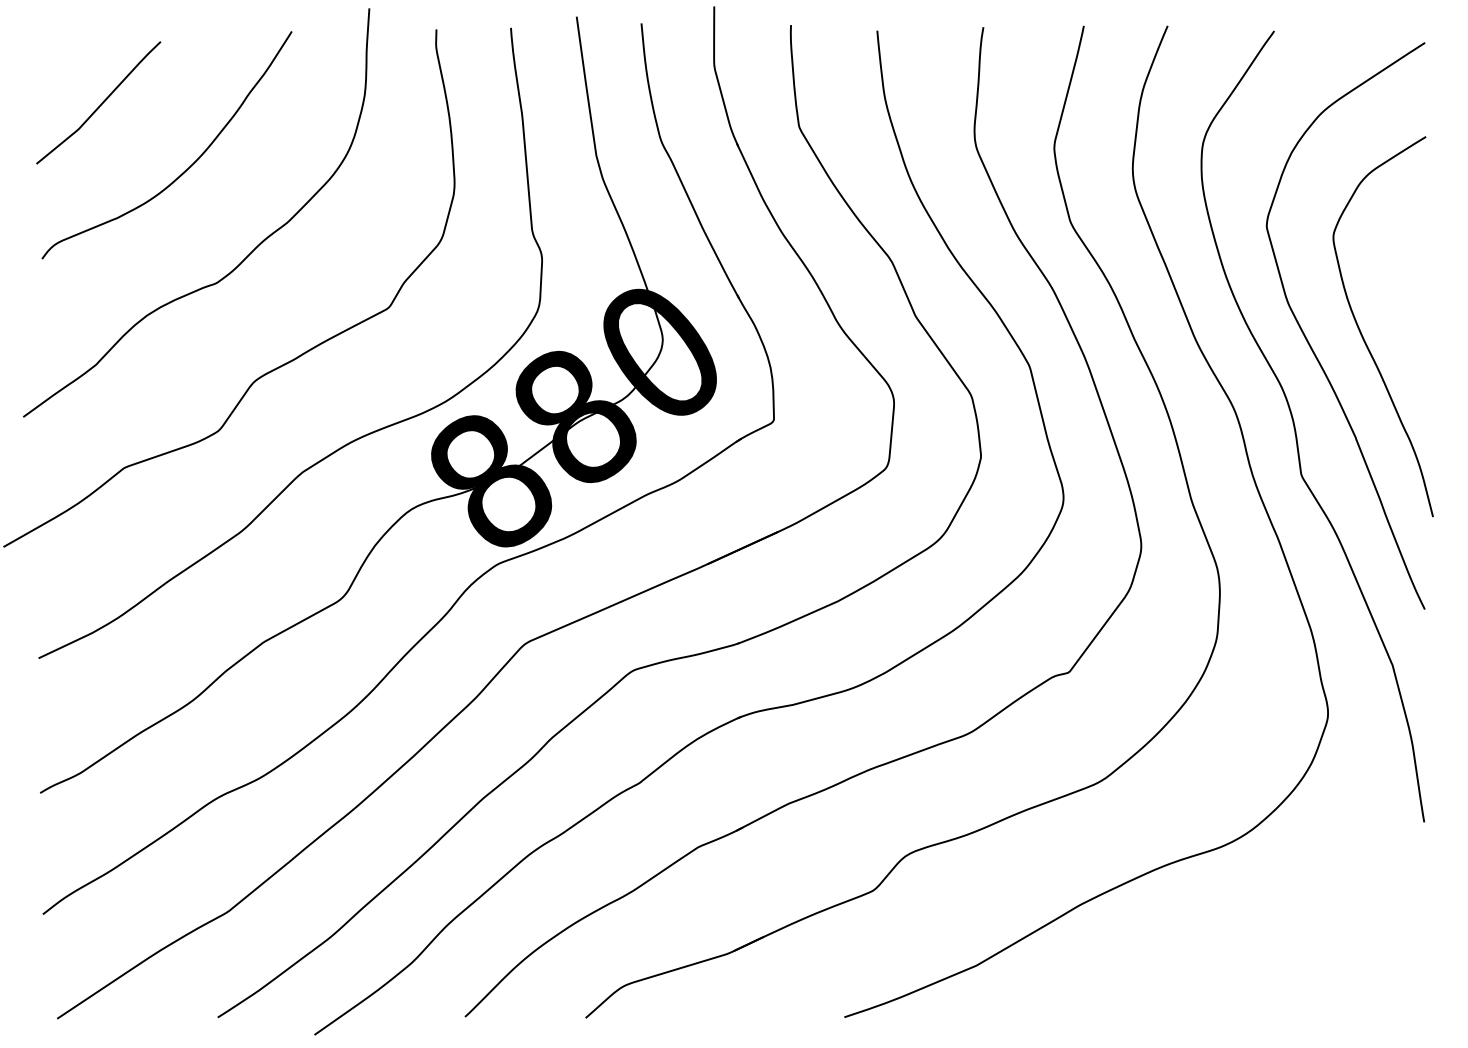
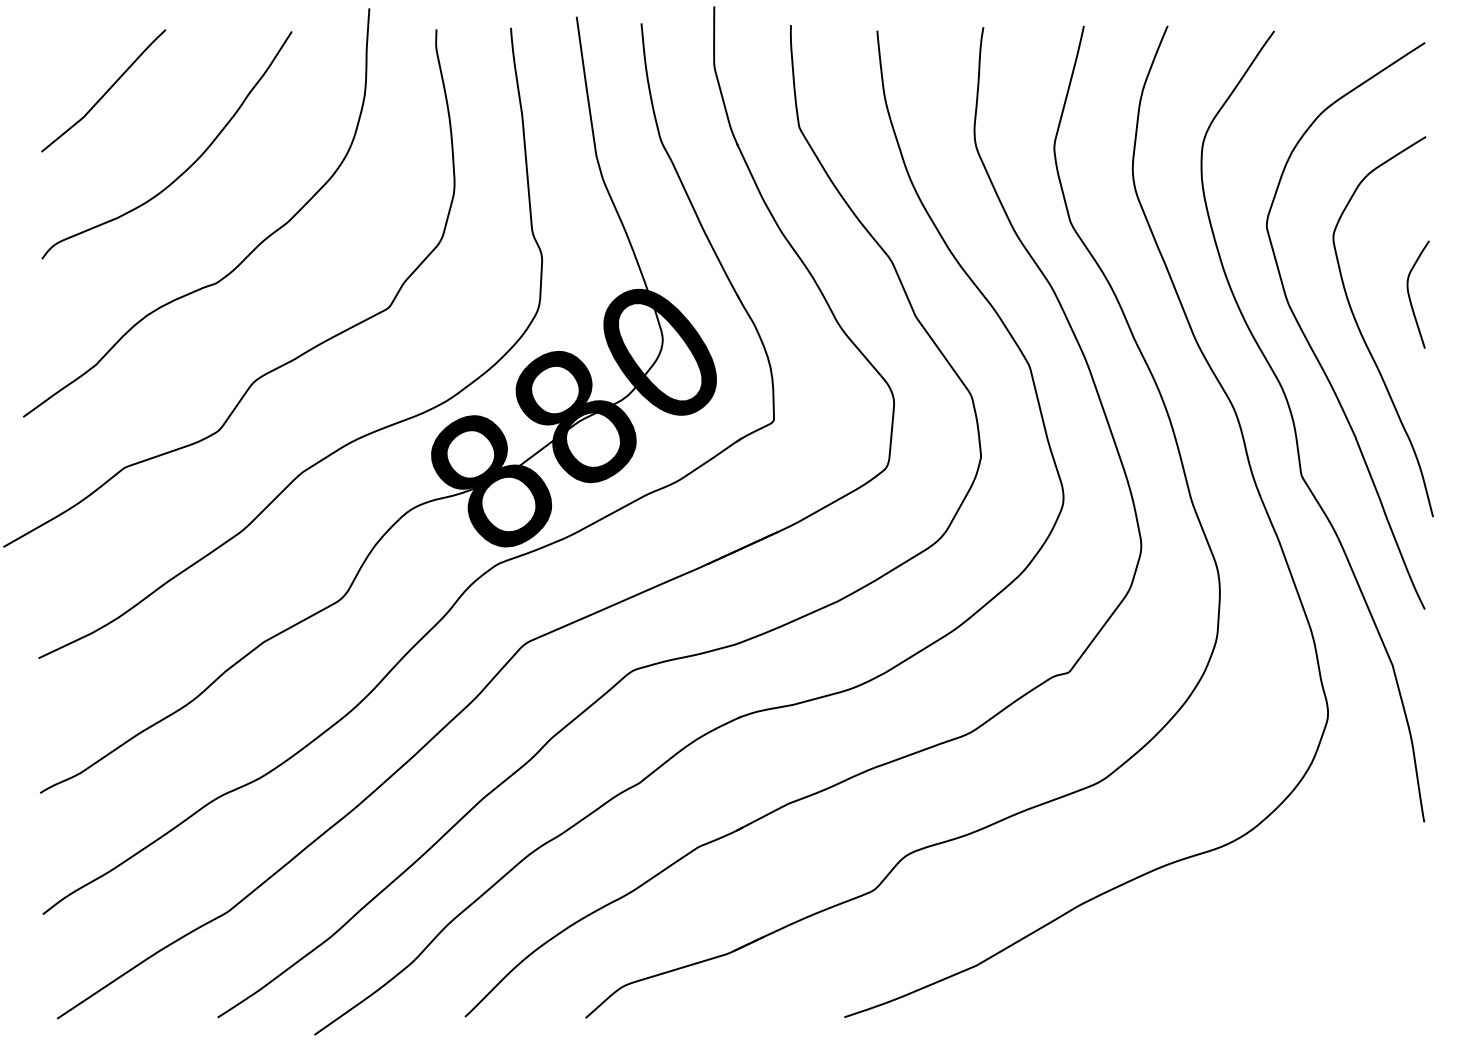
curve at (100, 104) position: (100, 104) -> (105, 92)
curve at (1410, 296): none -> present
